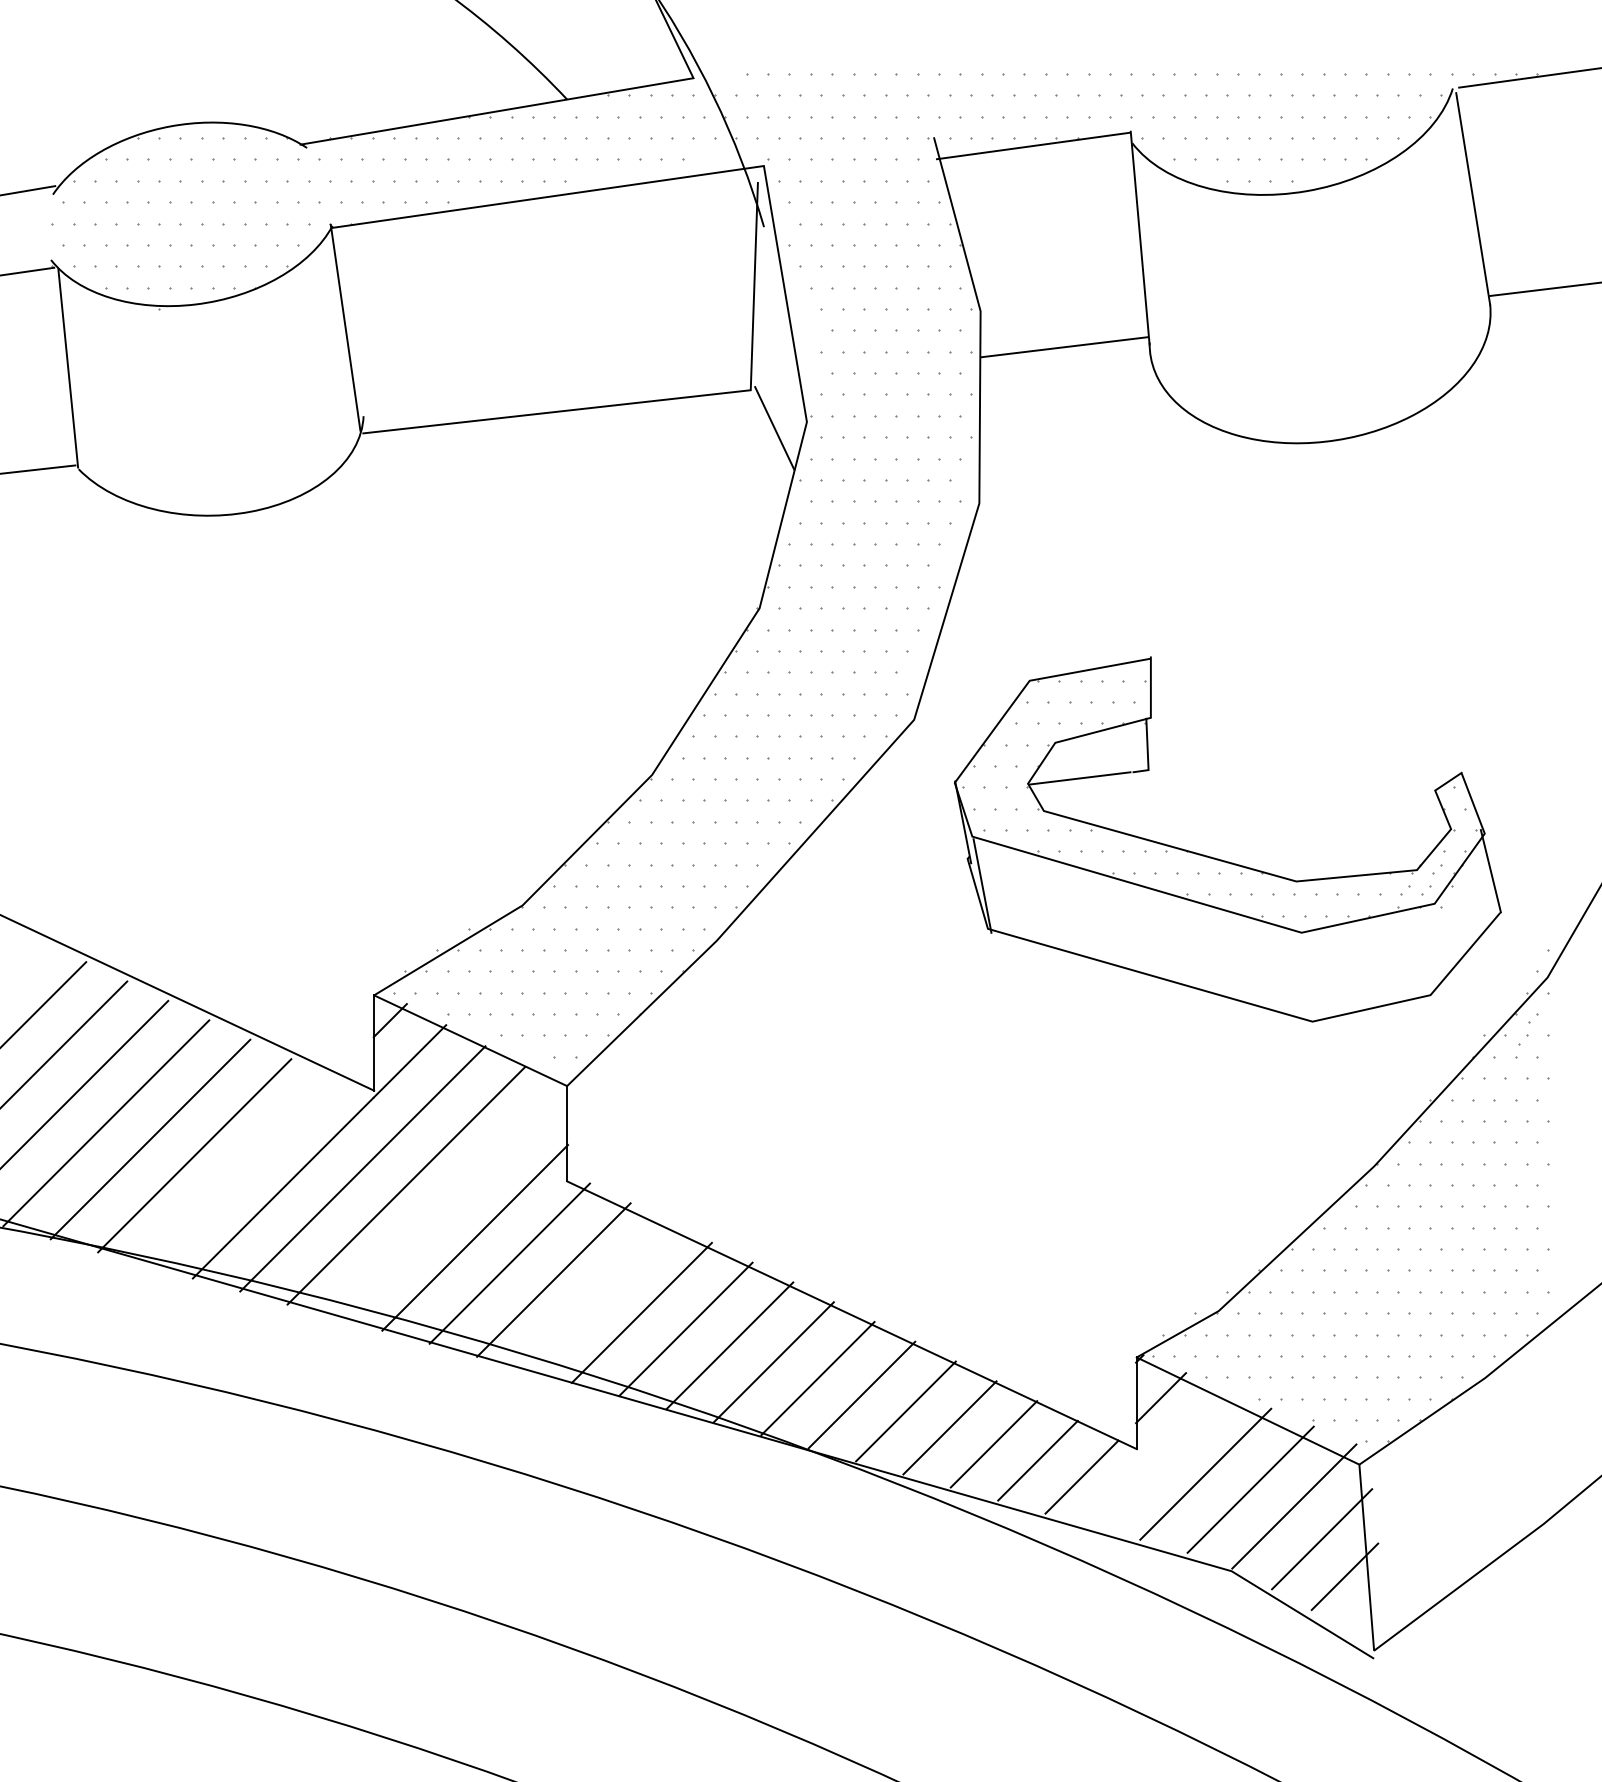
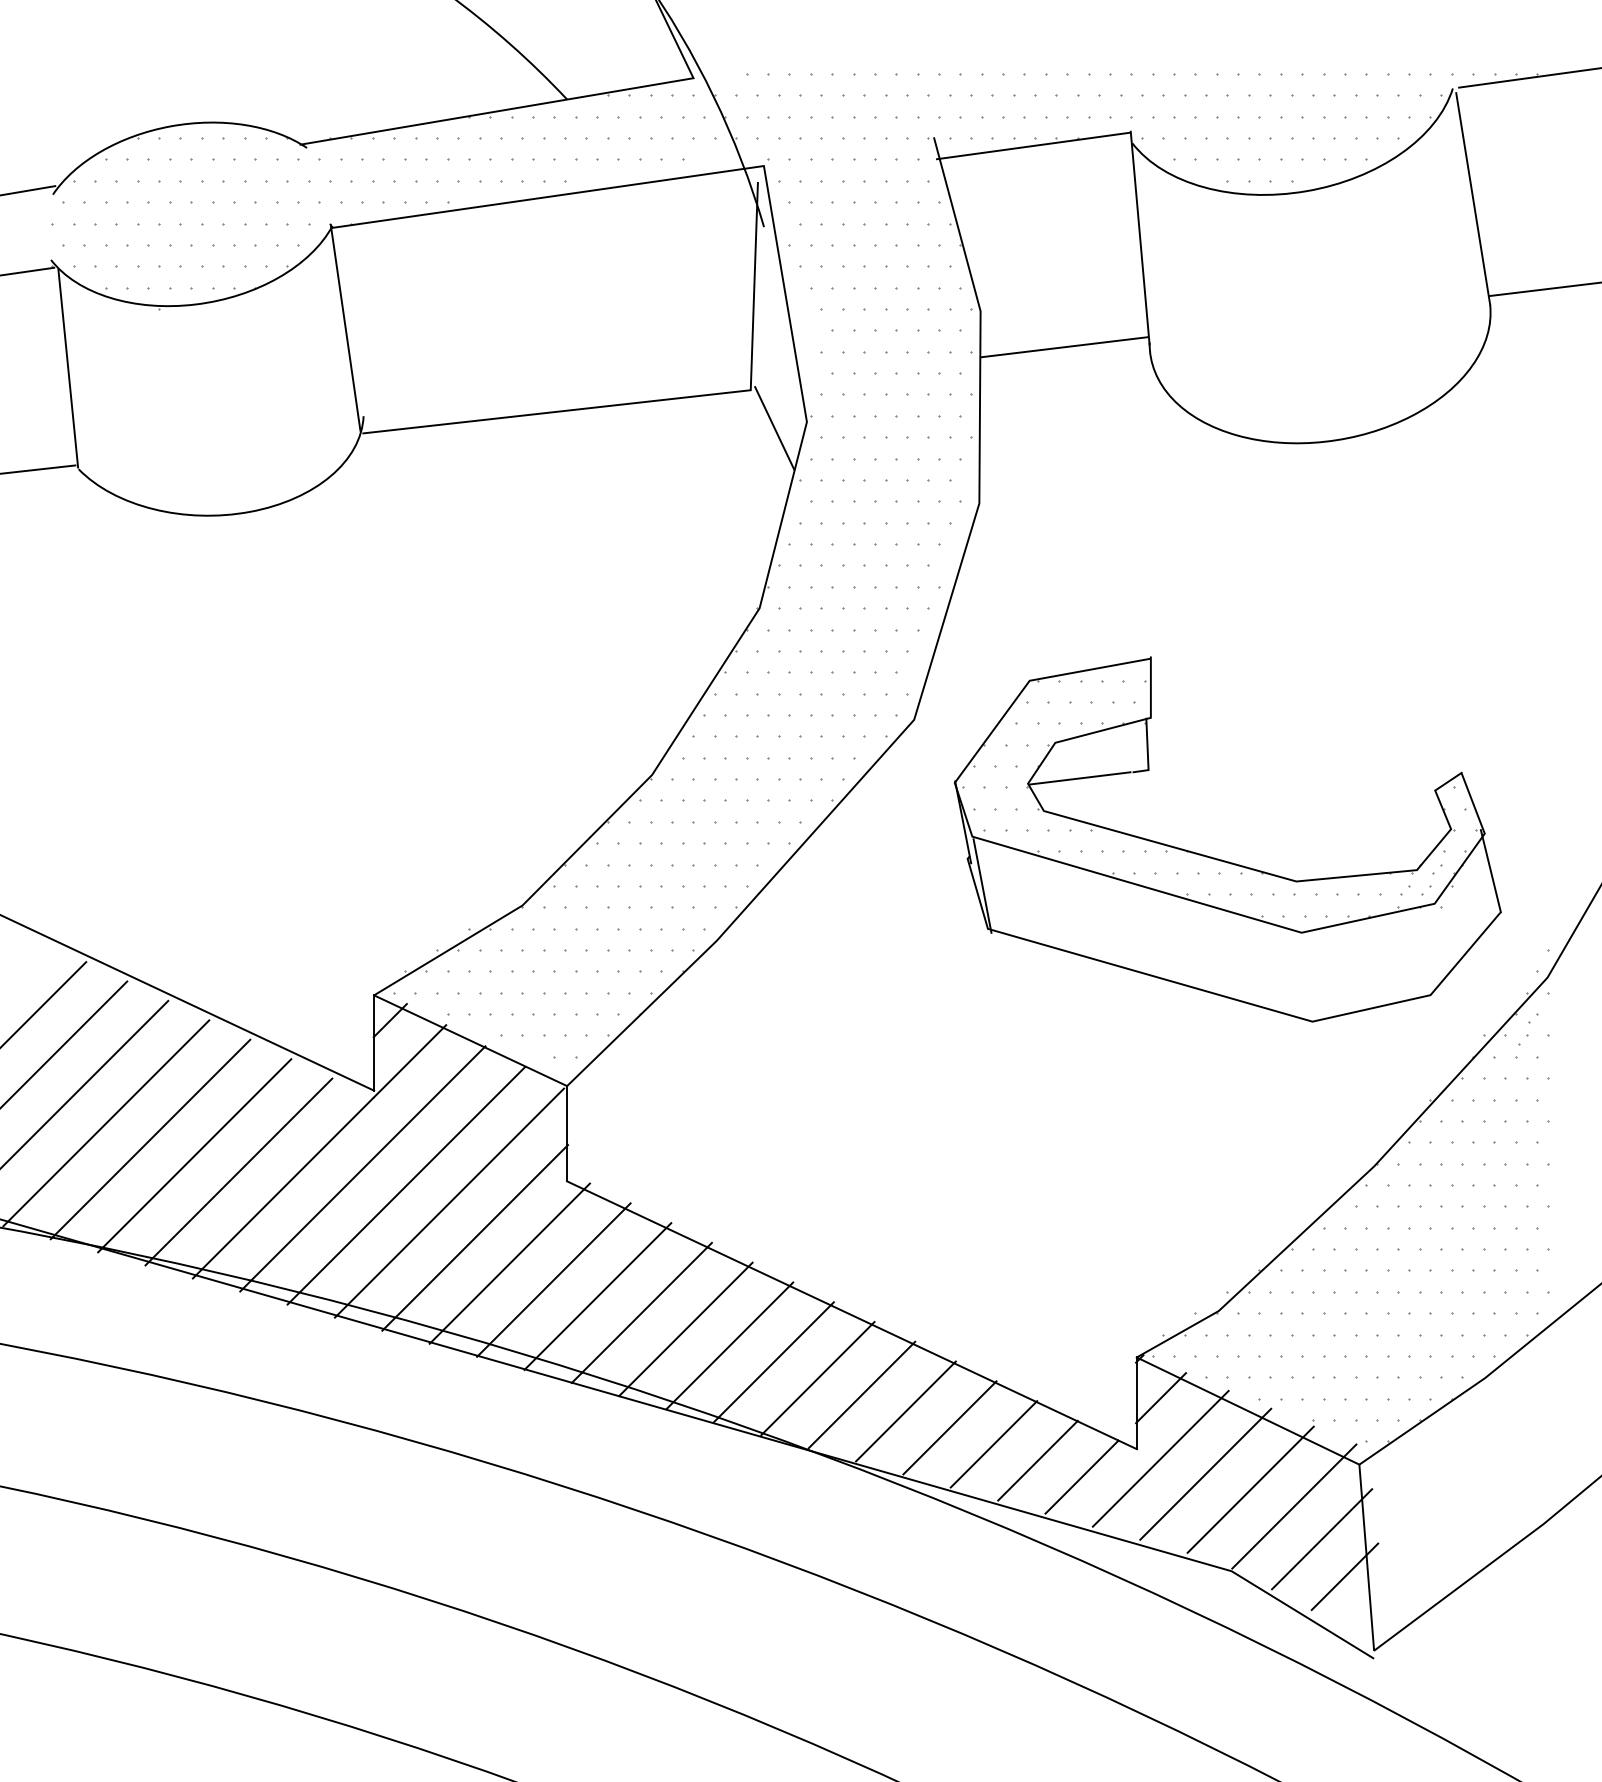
line at (238, 1171): none -> present
line at (449, 1202): none -> present
line at (597, 1296): none -> present
line at (1160, 1458): none -> present
